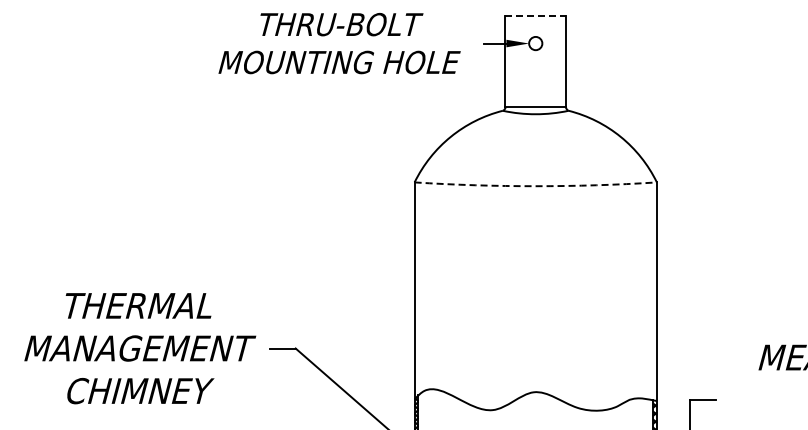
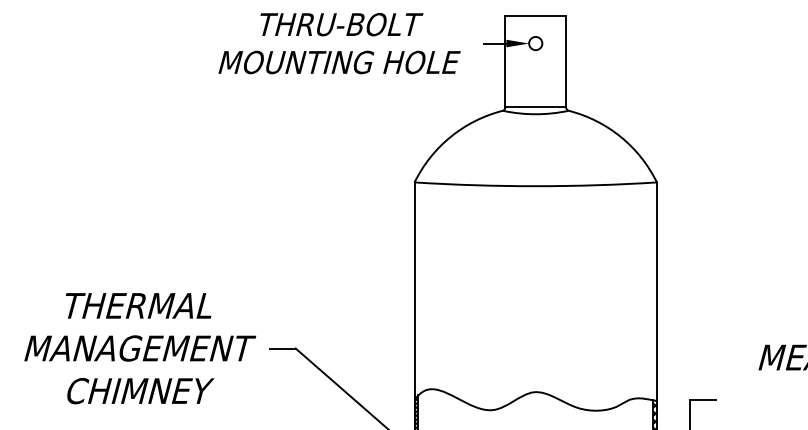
line at (536, 16): dashed -> solid
arc at (535, 186): dashed -> solid
